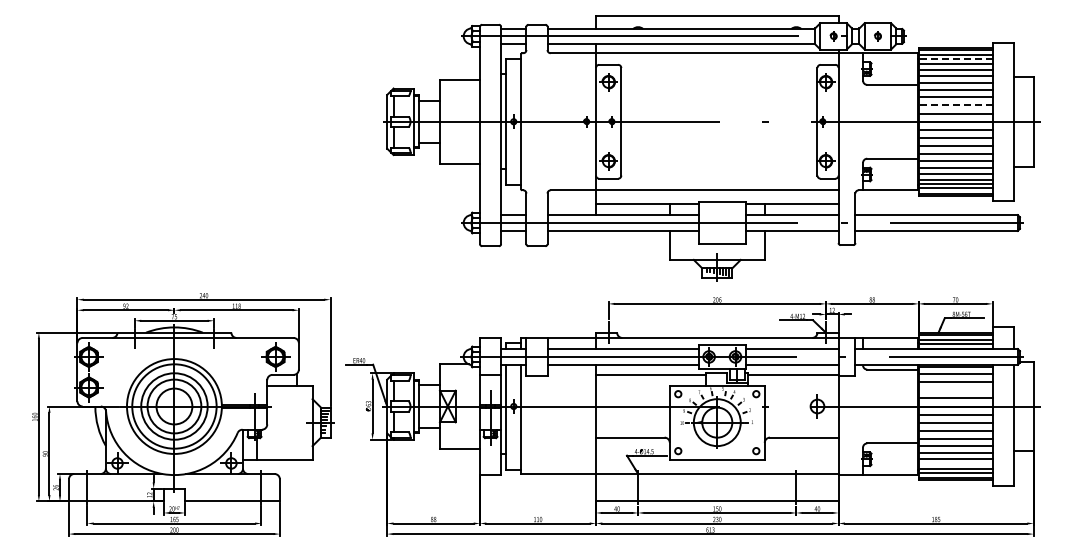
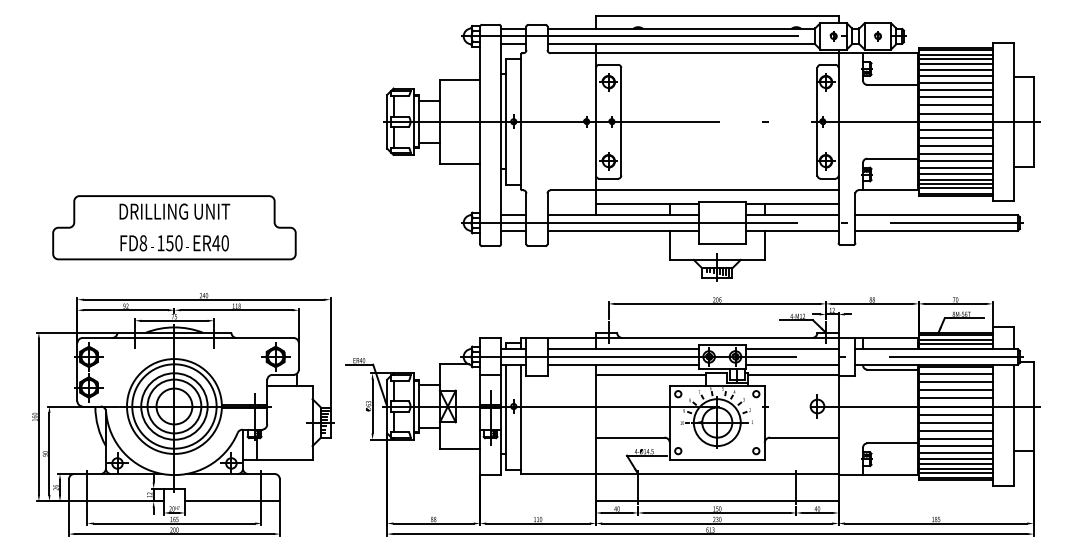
line at (955, 59): dashed -> solid
line at (955, 105): dashed -> solid
part at (174, 227): none -> present
line at (955, 390): none -> present
line at (955, 464): none -> present
